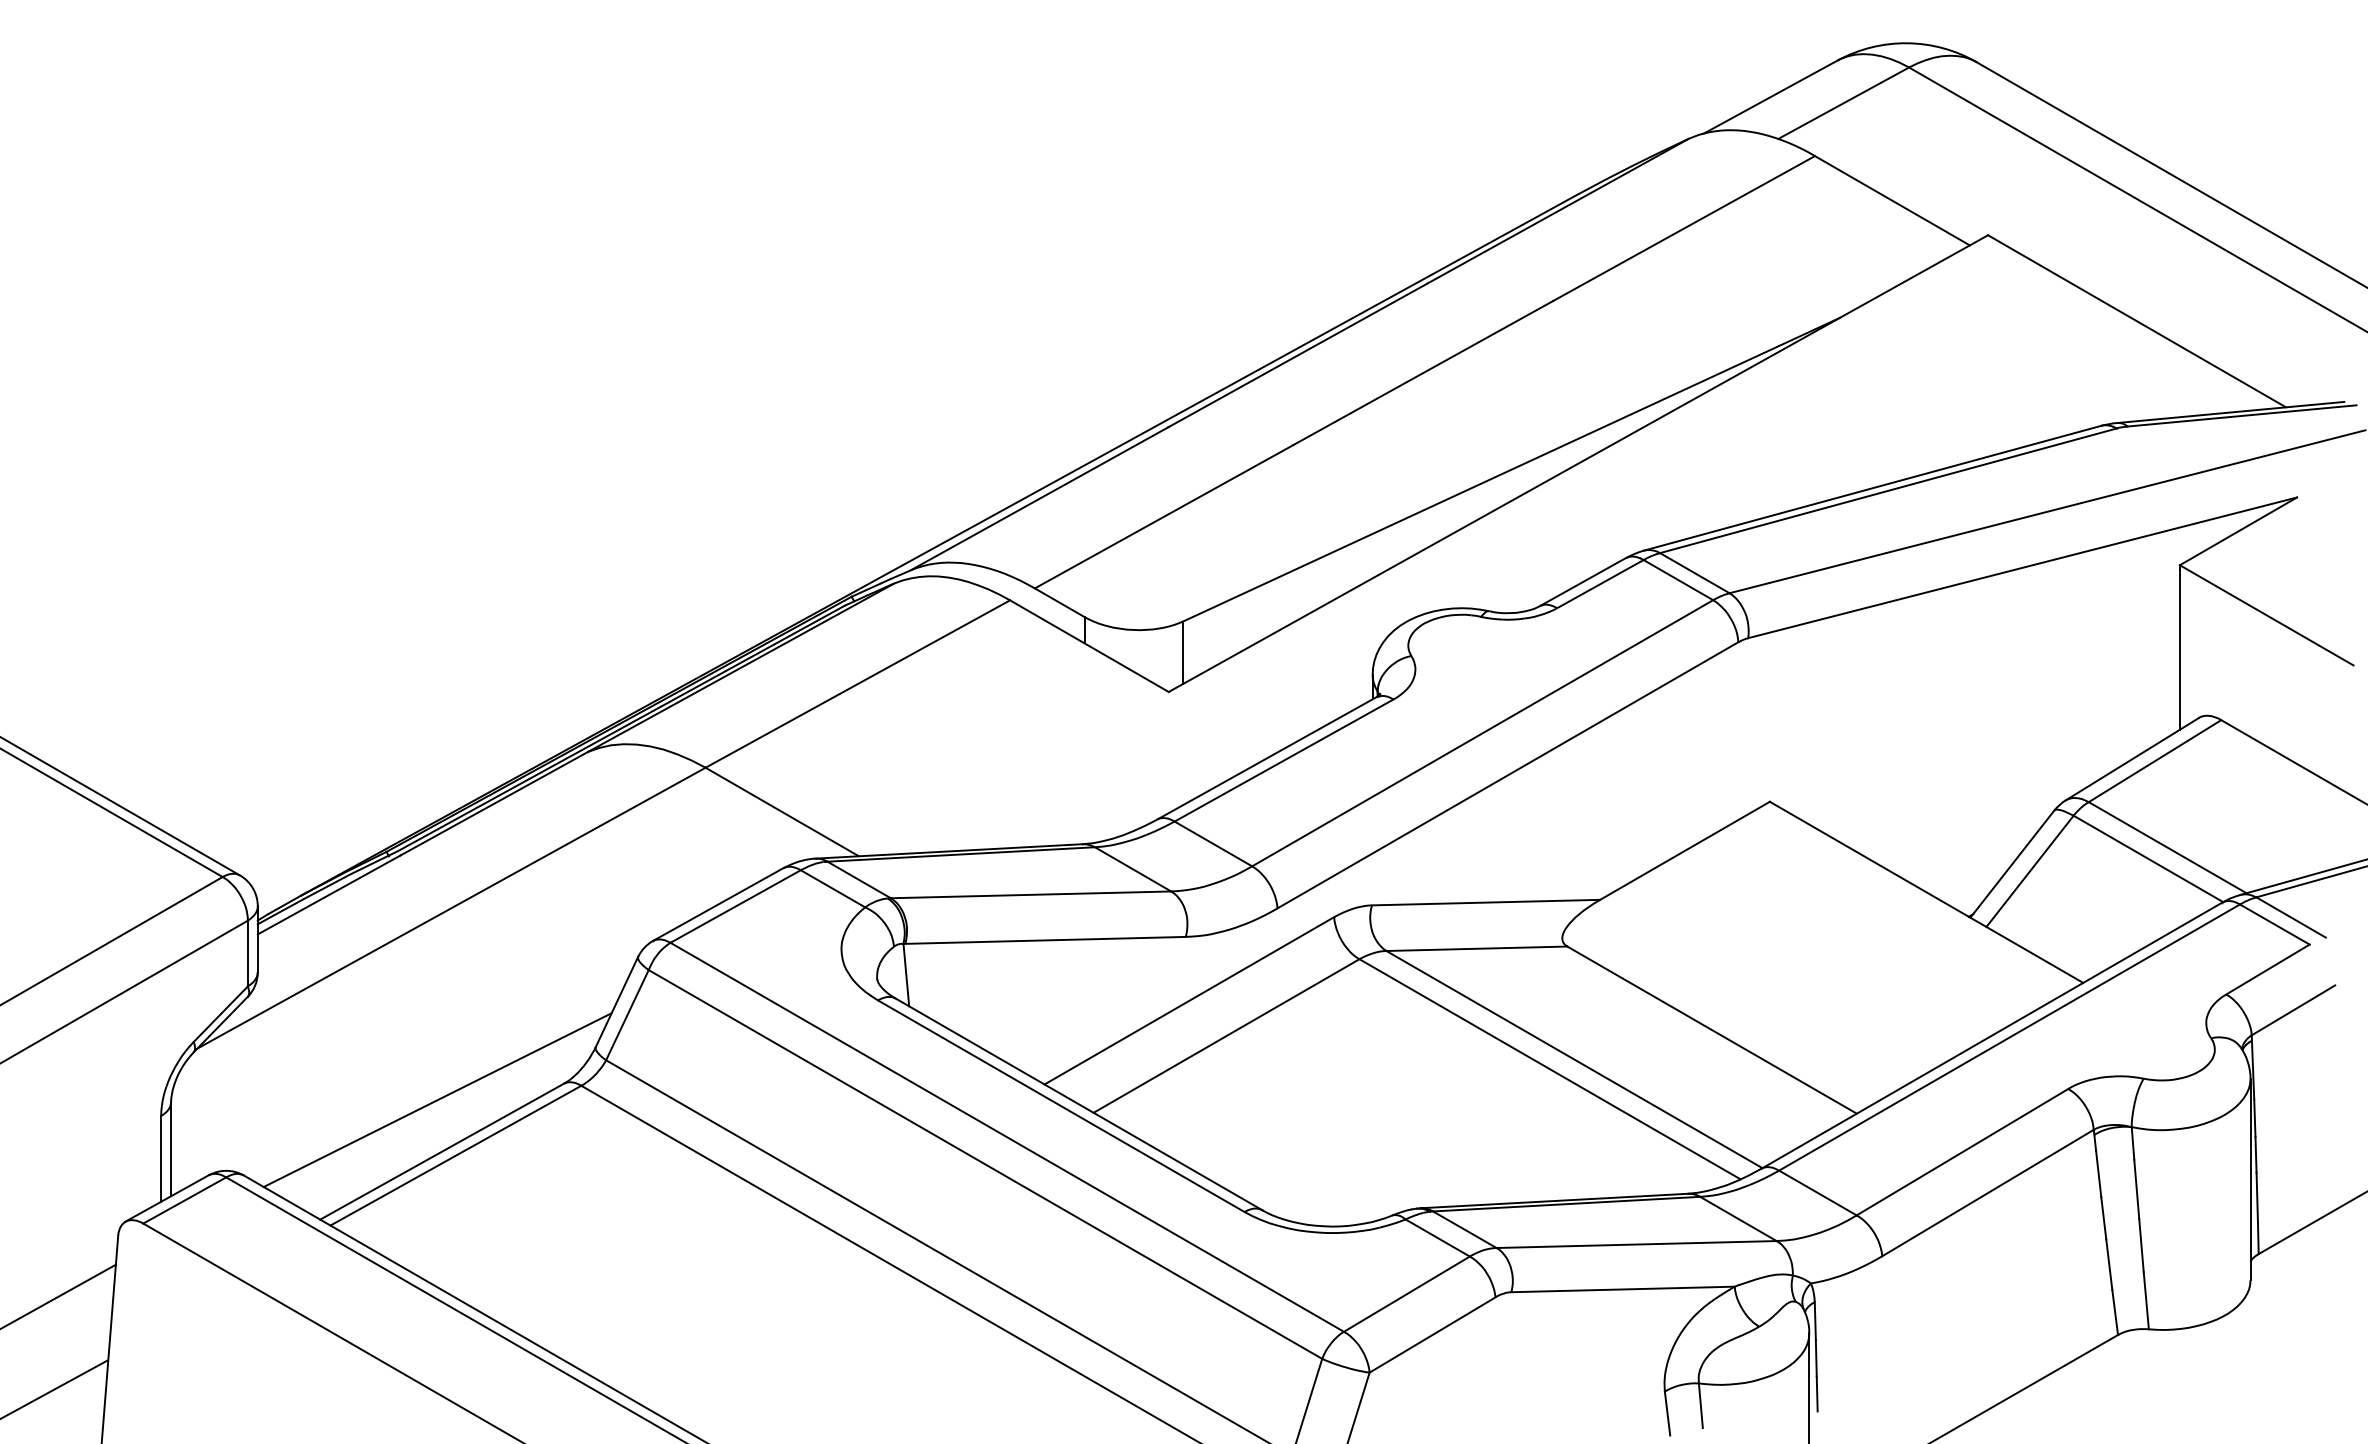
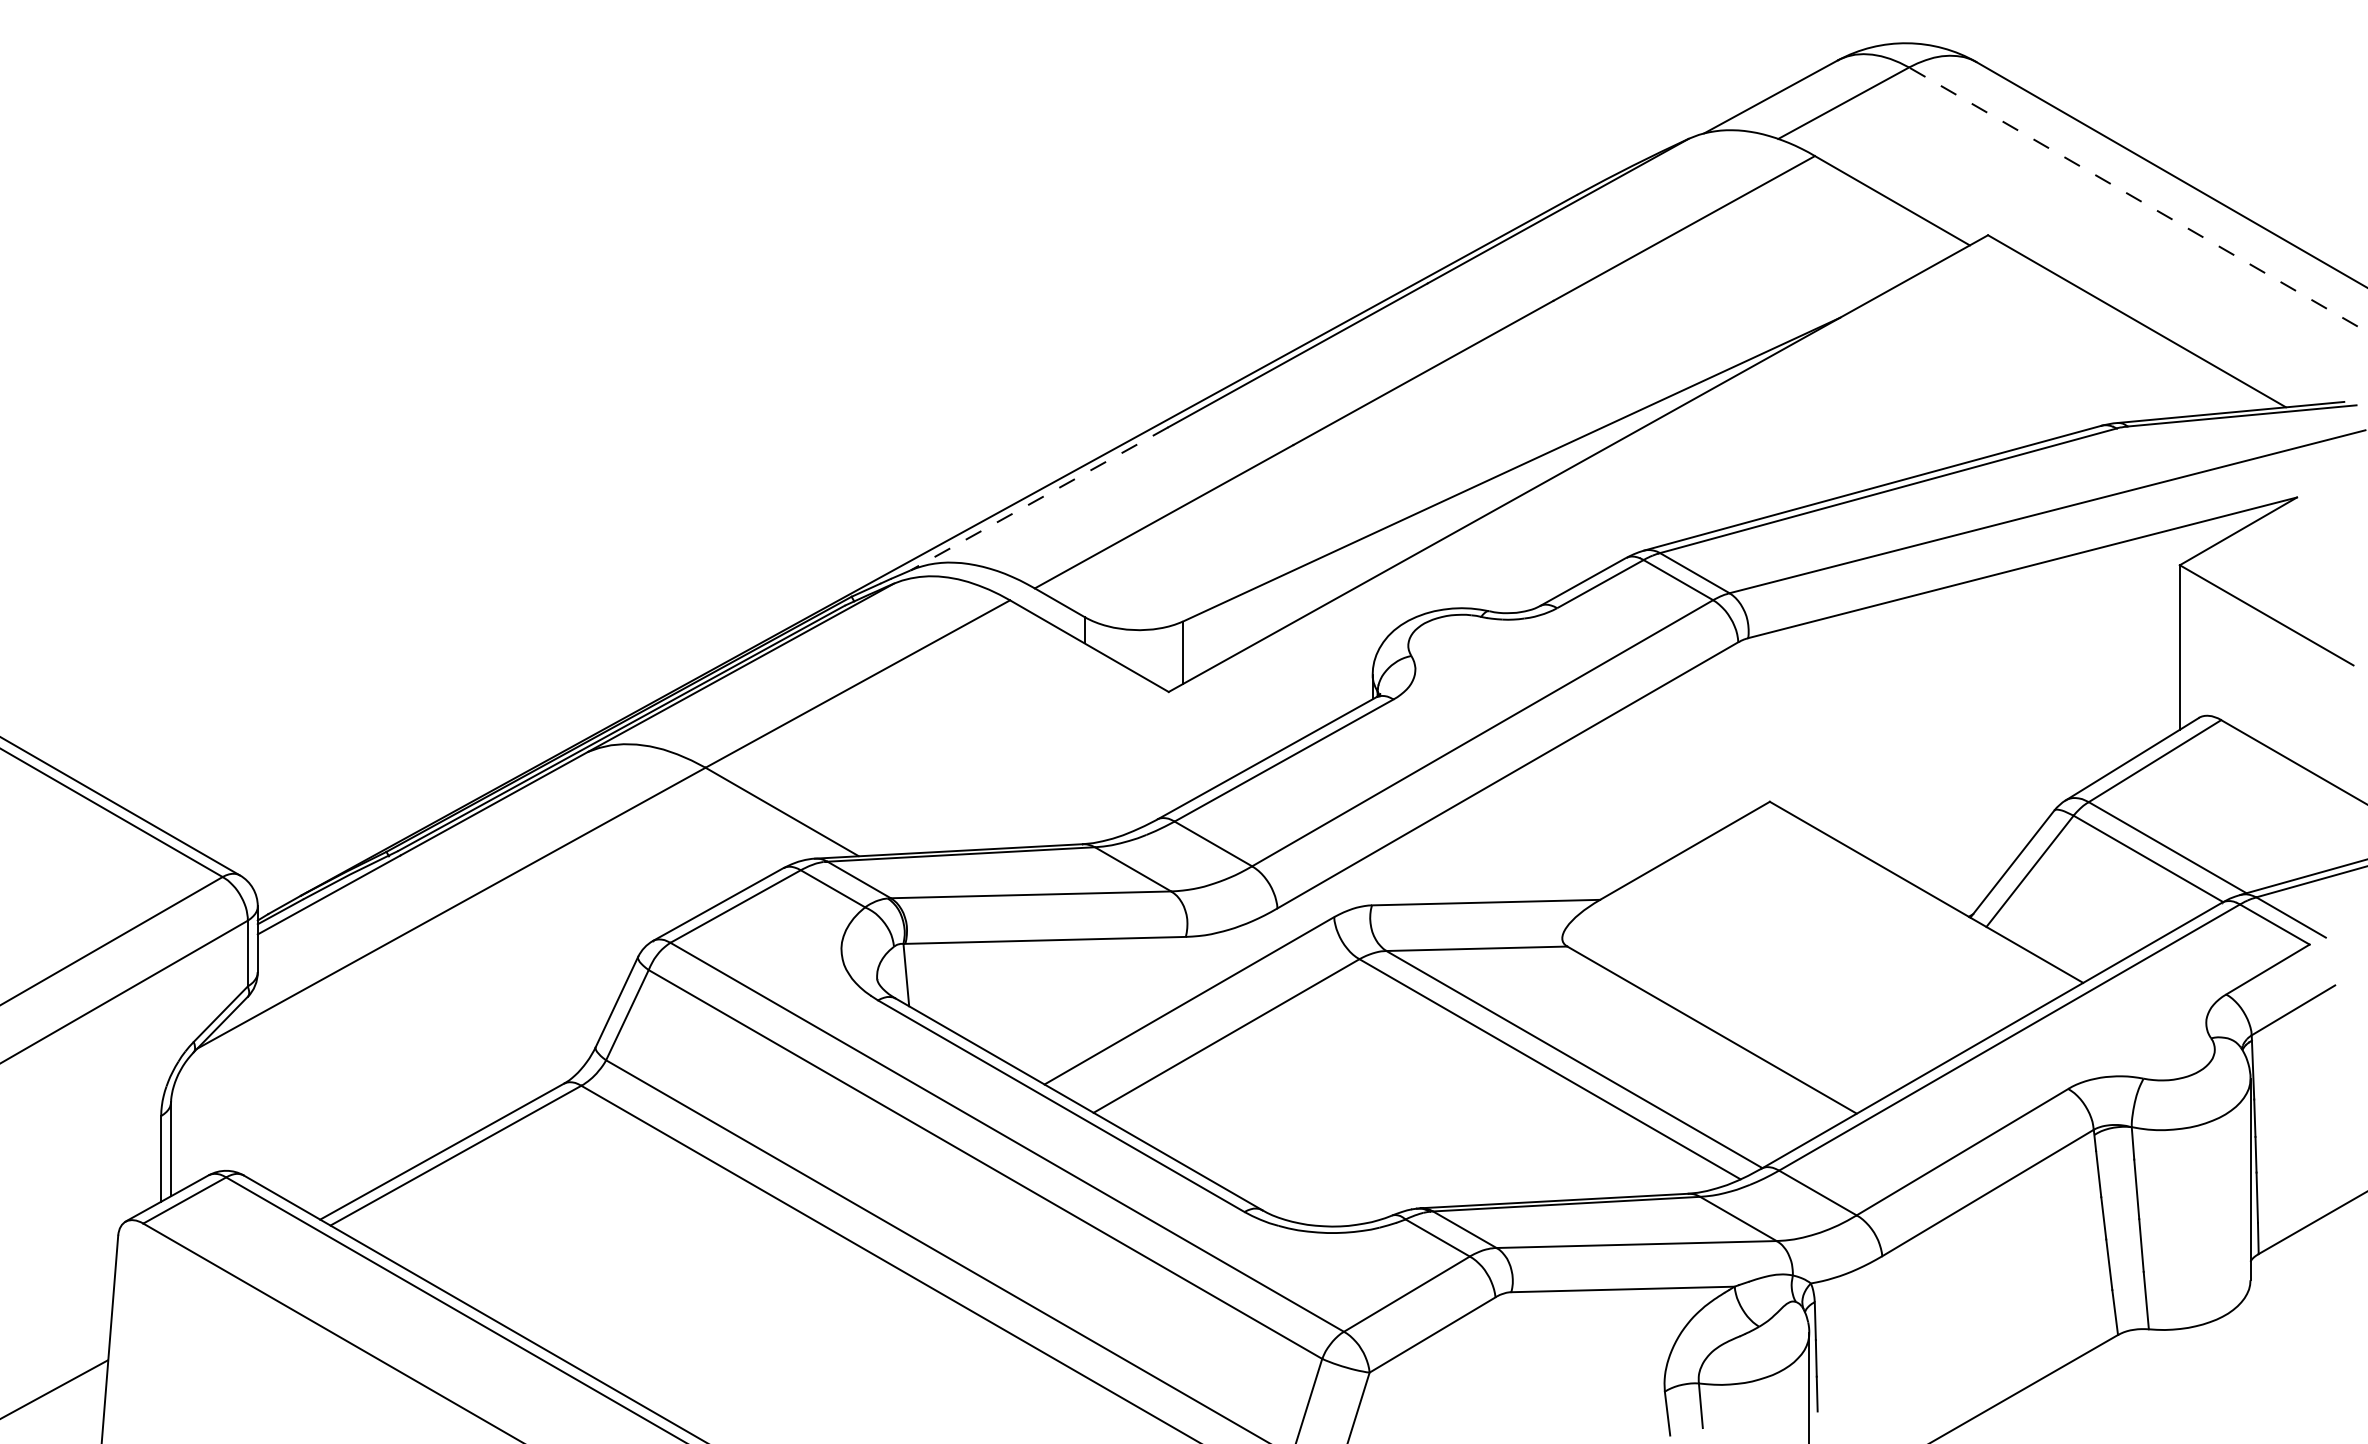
line at (2137, 199): solid -> dashed
line at (1039, 499): solid -> dashed
line at (437, 1100): present -> none
line at (58, 1296): present -> none
